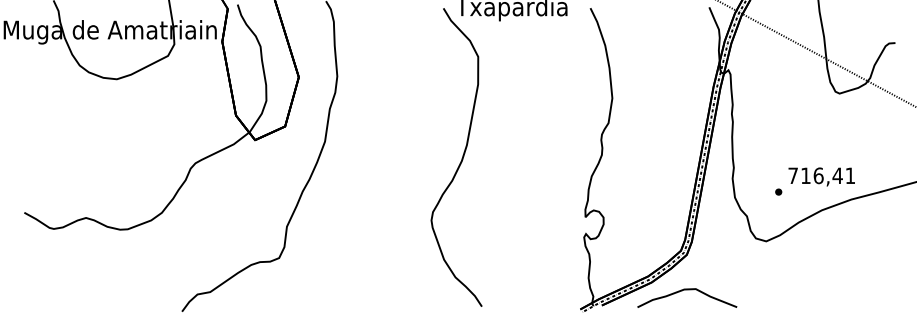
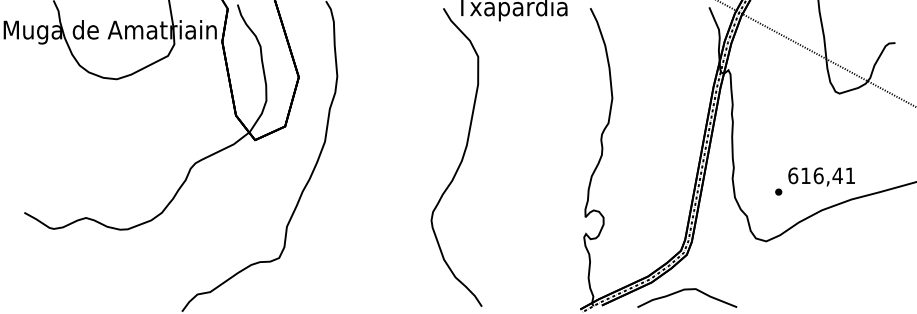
text at (793, 175): 716,41 -> 616,41
